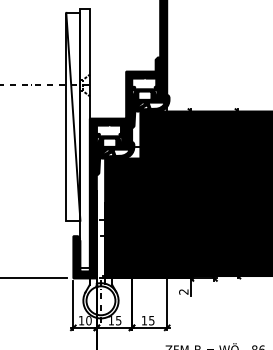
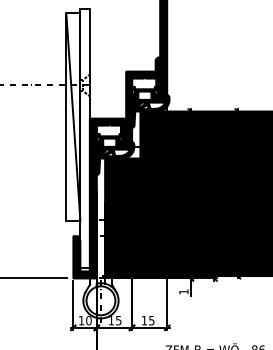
text at (183, 291): 2 -> 1
